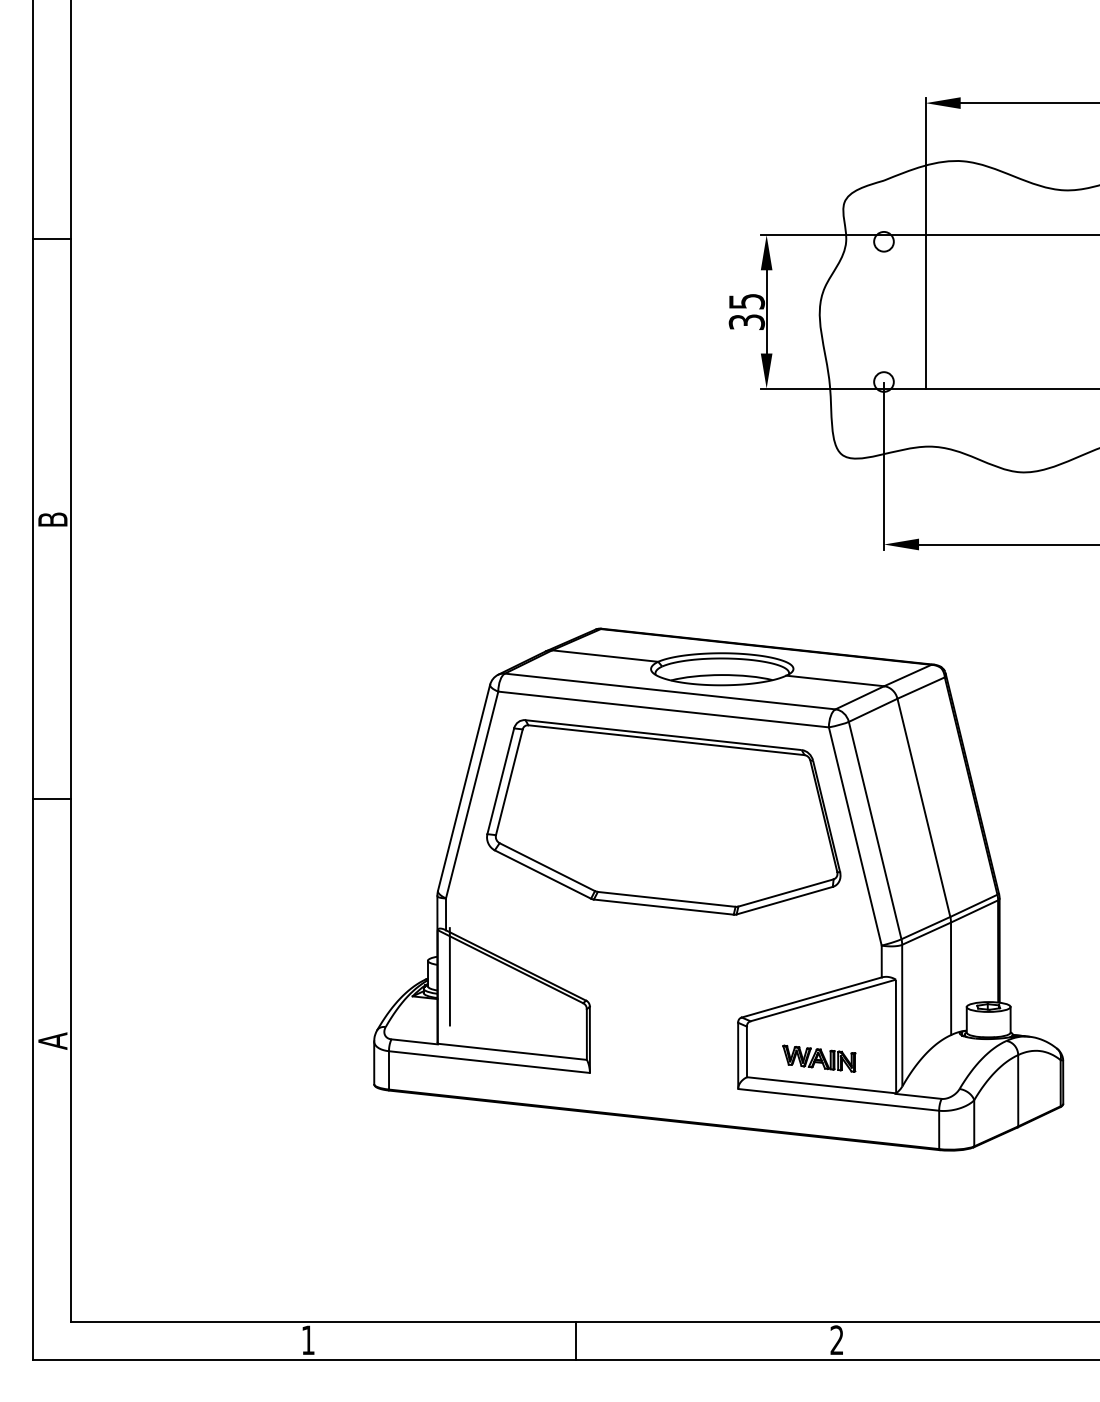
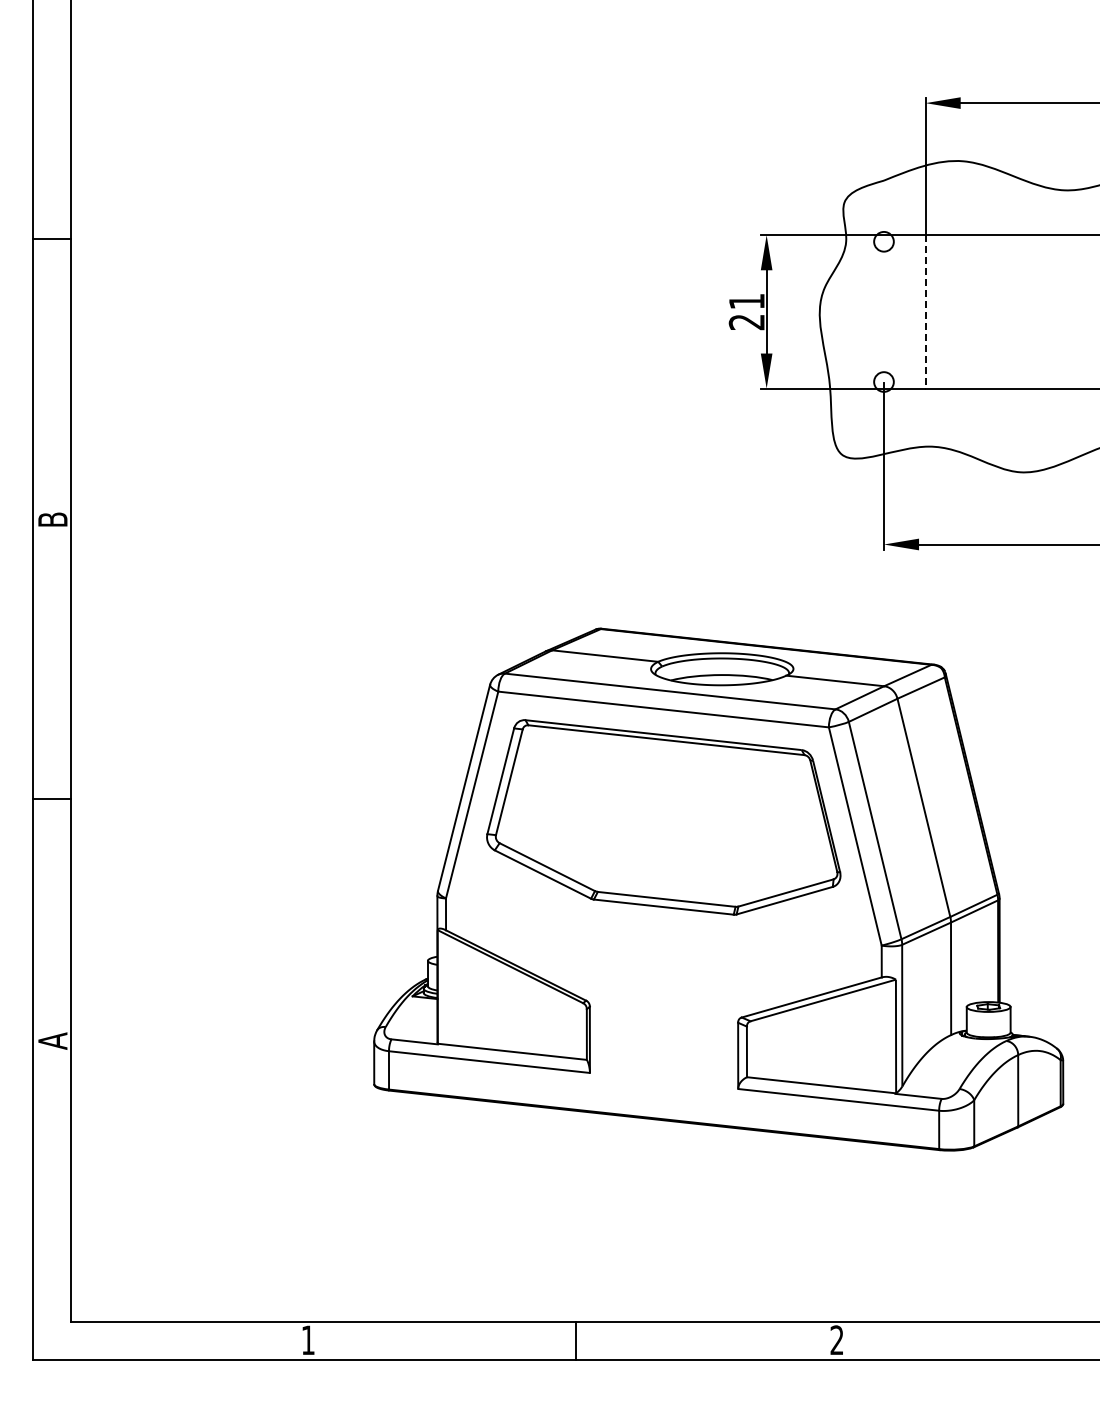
line at (925, 311): solid -> dashed
text at (747, 312): 35 -> 21
line at (449, 976): present -> none
part at (819, 1058): present -> none
